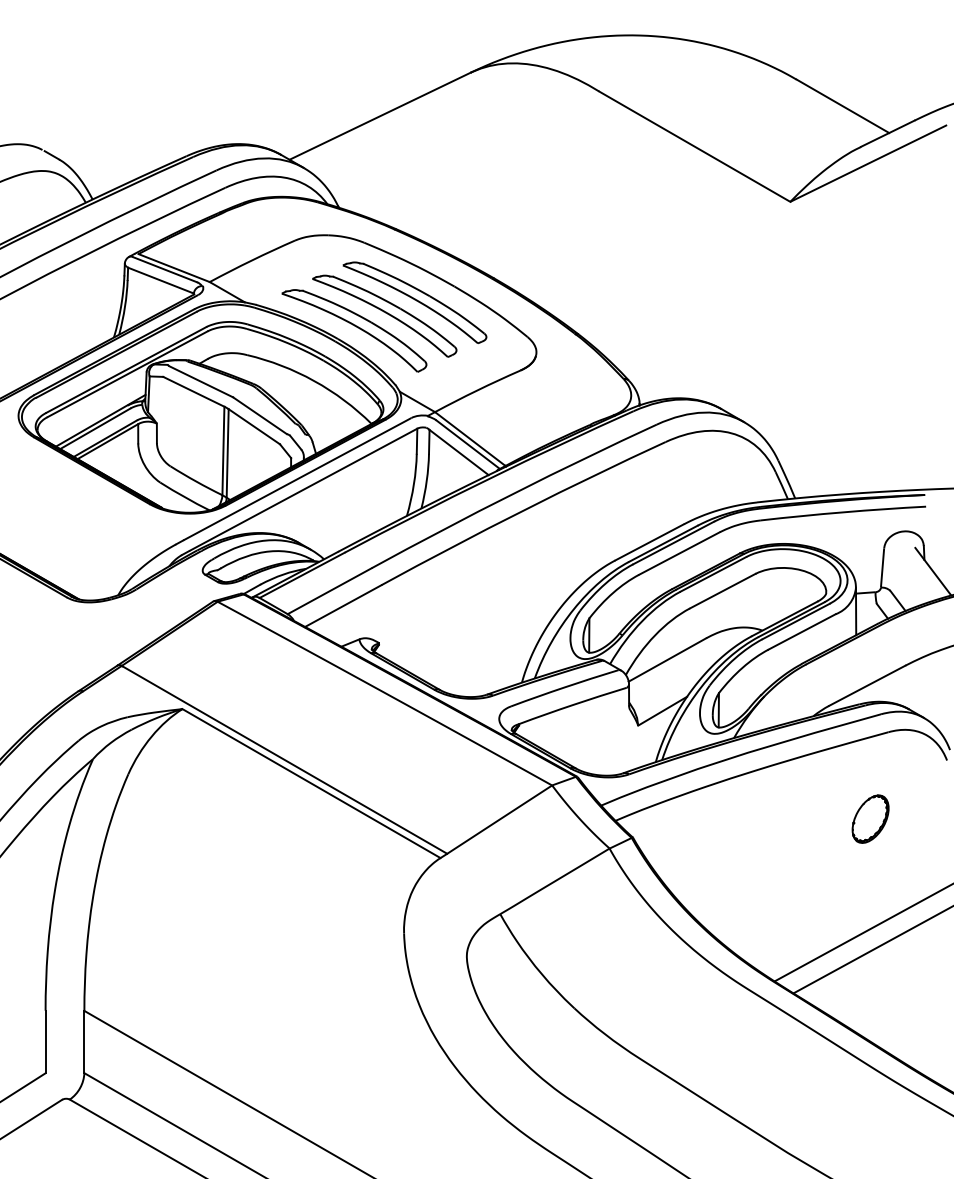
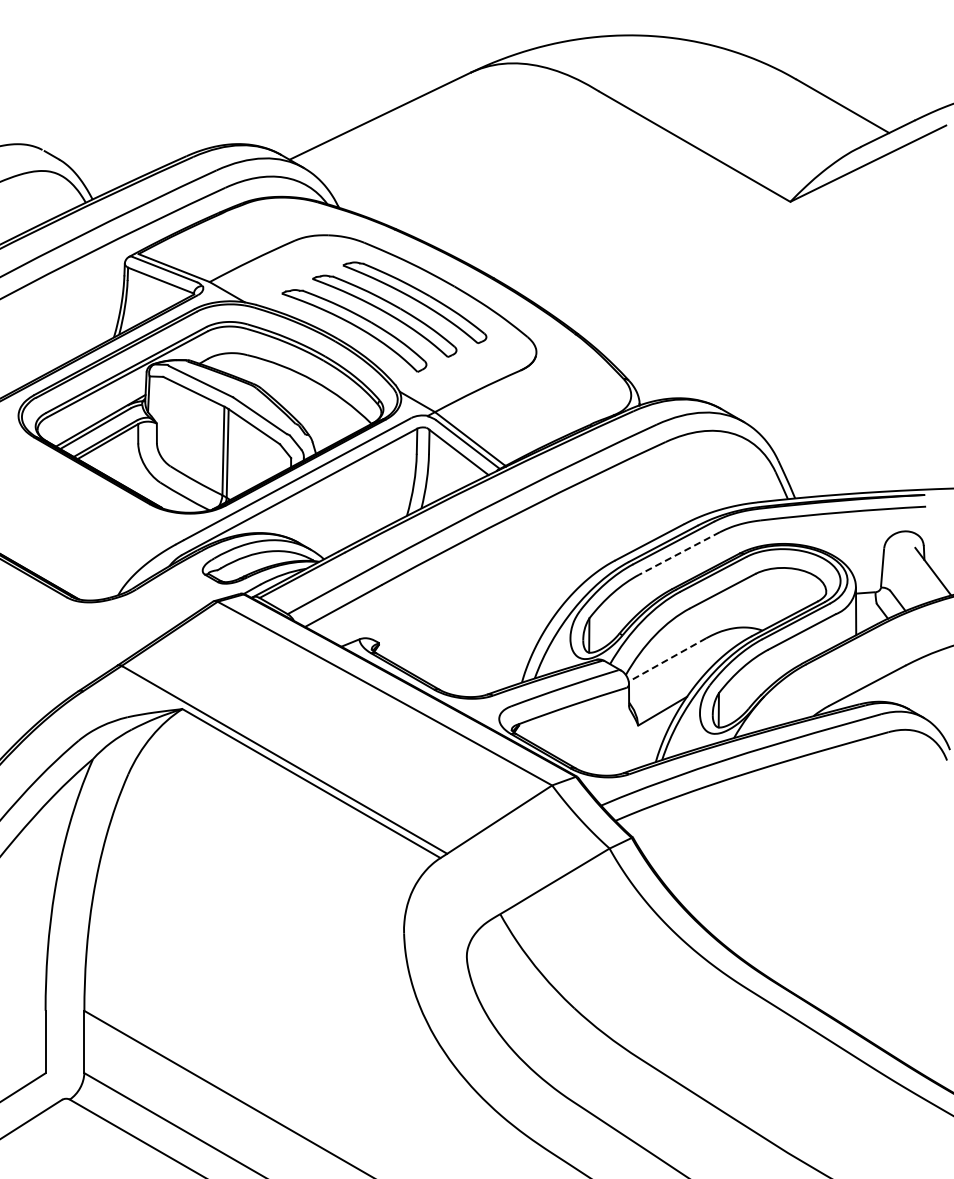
line at (679, 553): solid -> dashed
line at (667, 660): solid -> dashed
part at (870, 818): present -> none
line at (862, 933): present -> none
line at (871, 950): present -> none
